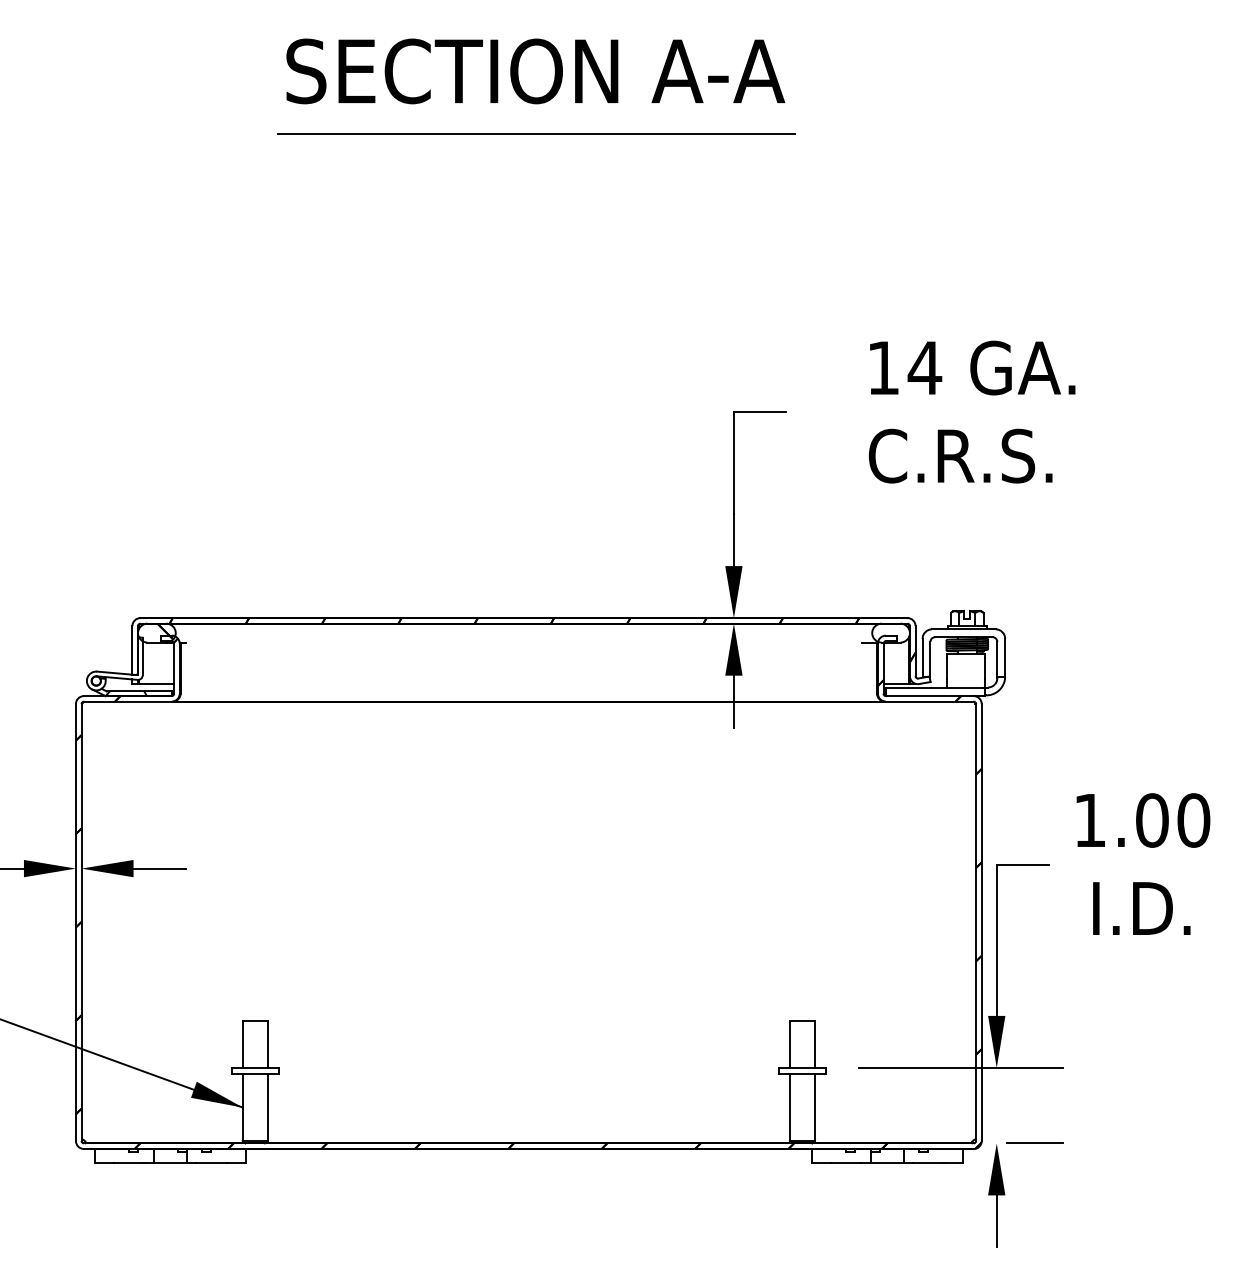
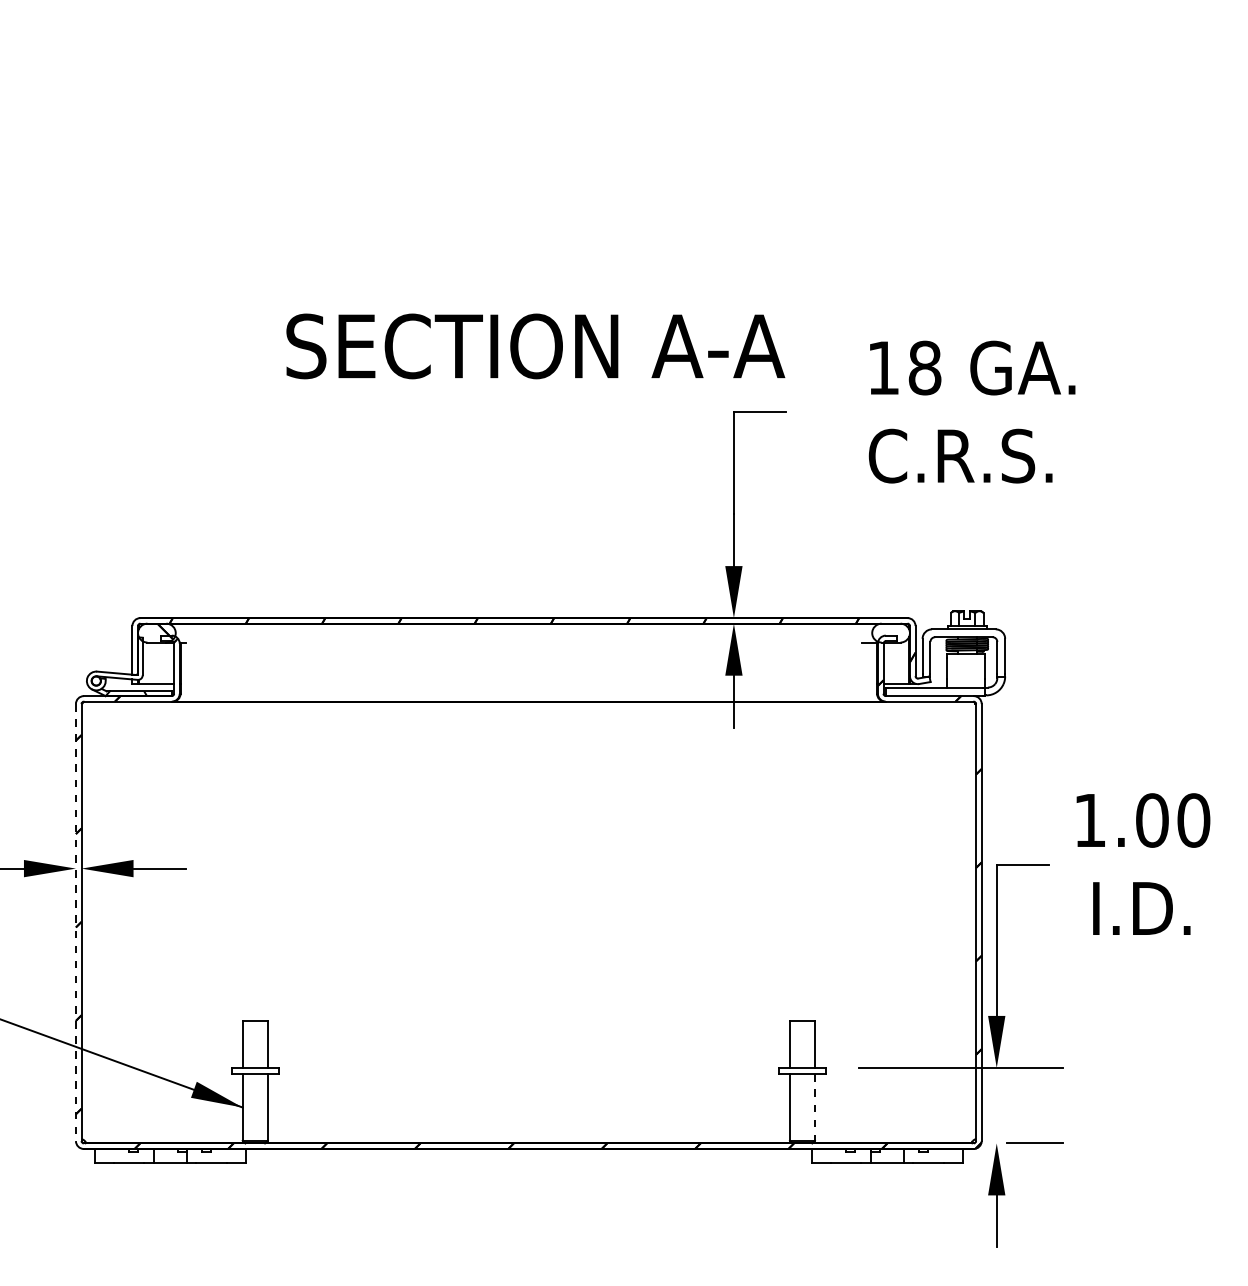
text at (535, 71) position: (535, 71) -> (535, 346)
line at (536, 134): present -> none
text at (924, 367): 14 -> 18
line at (75, 923): solid -> dashed
line at (814, 1108): solid -> dashed
